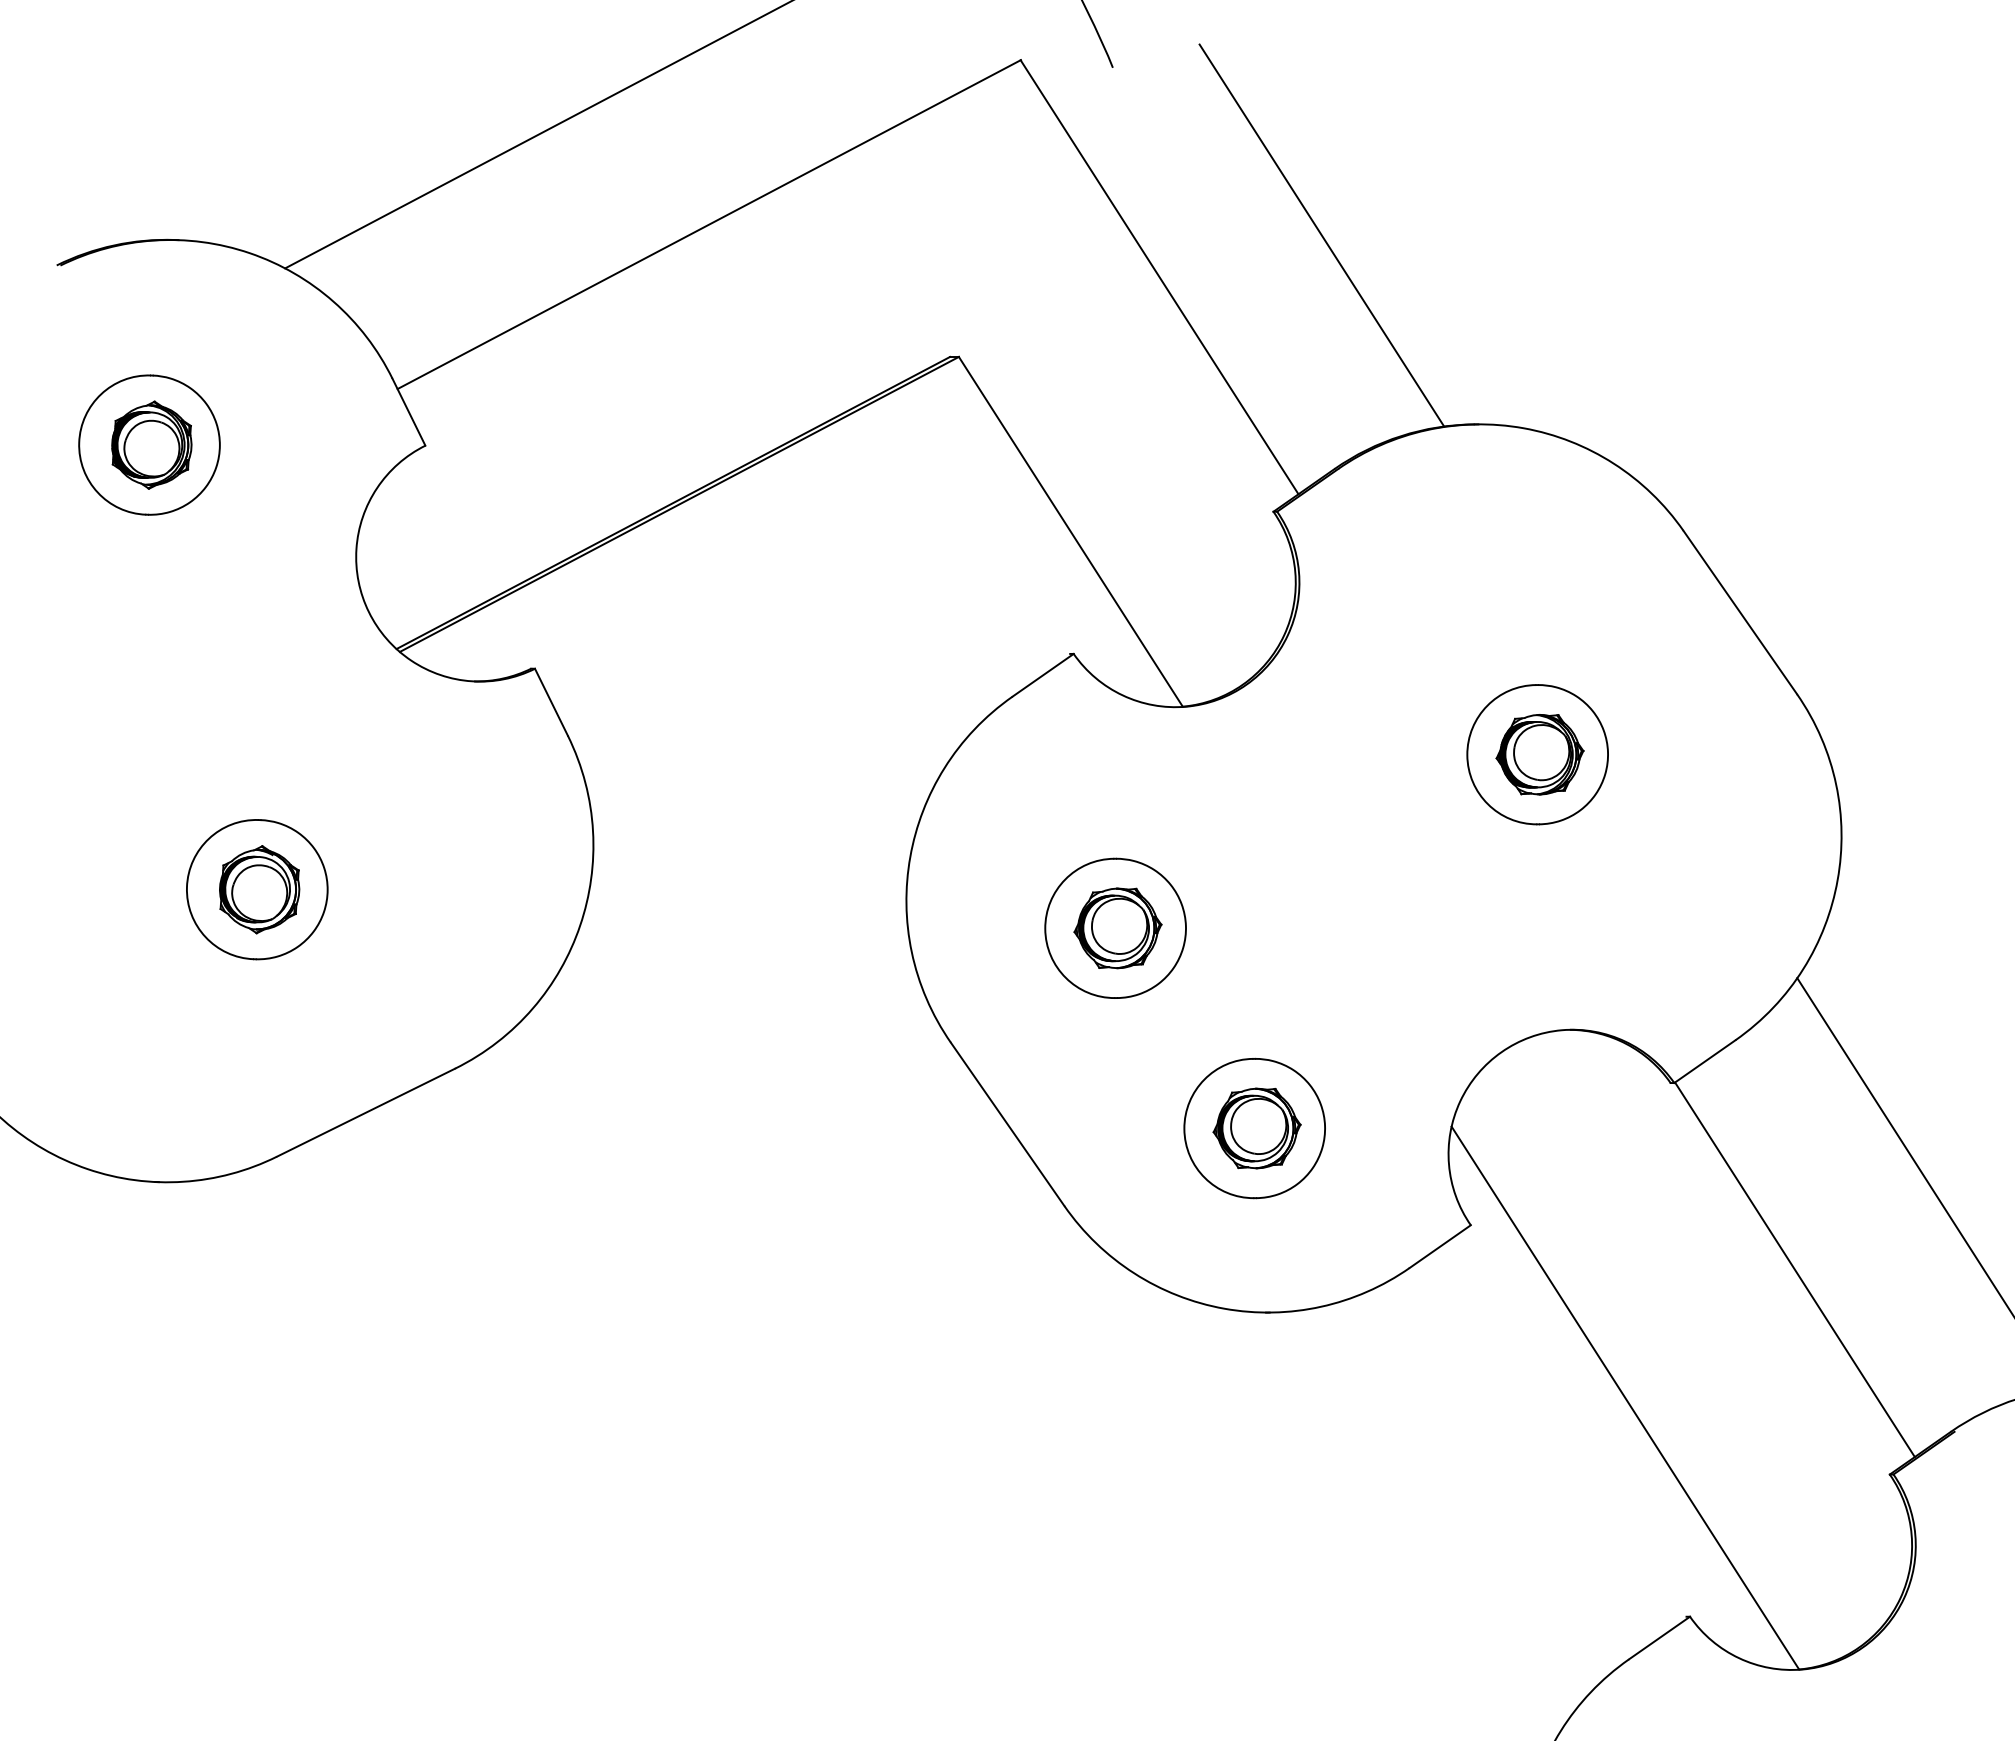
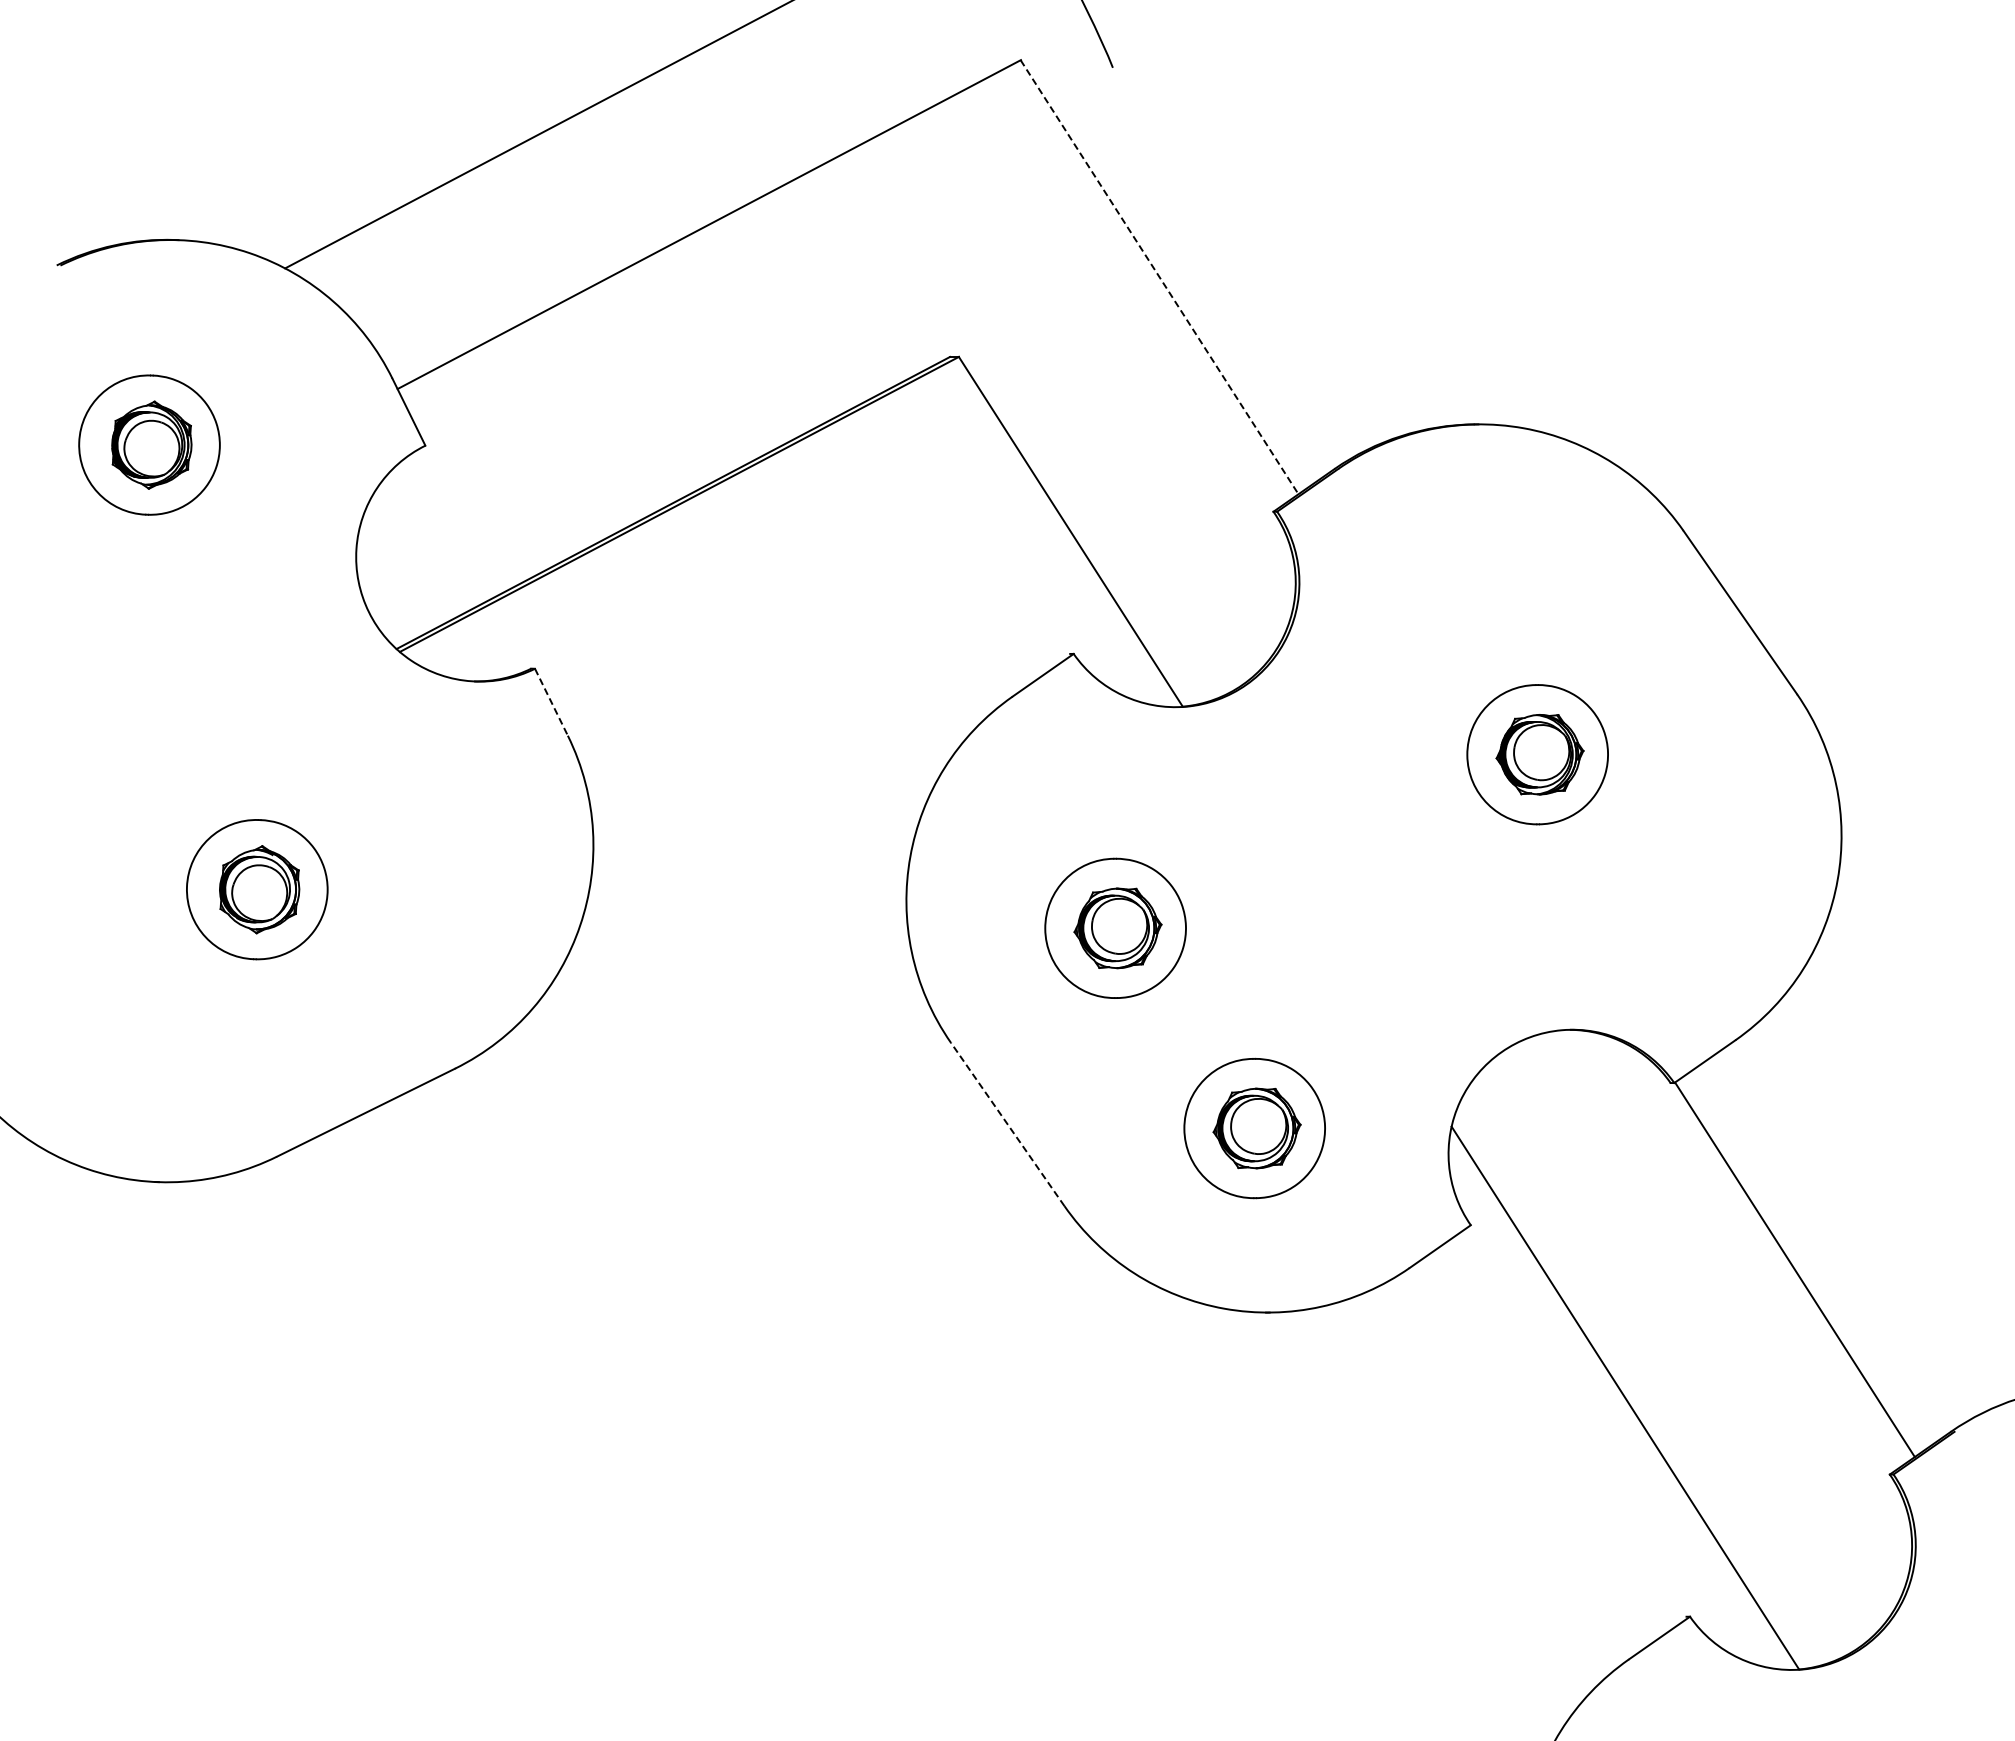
line at (1321, 235): present -> none
line at (1159, 277): solid -> dashed
line at (551, 702): solid -> dashed
line at (1007, 1124): solid -> dashed
line at (1904, 1145): present -> none
